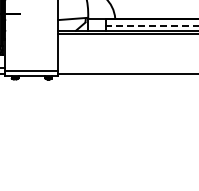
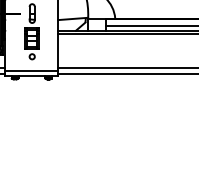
line at (151, 26): dashed -> solid
part at (31, 31): none -> present
line at (126, 68): none -> present
